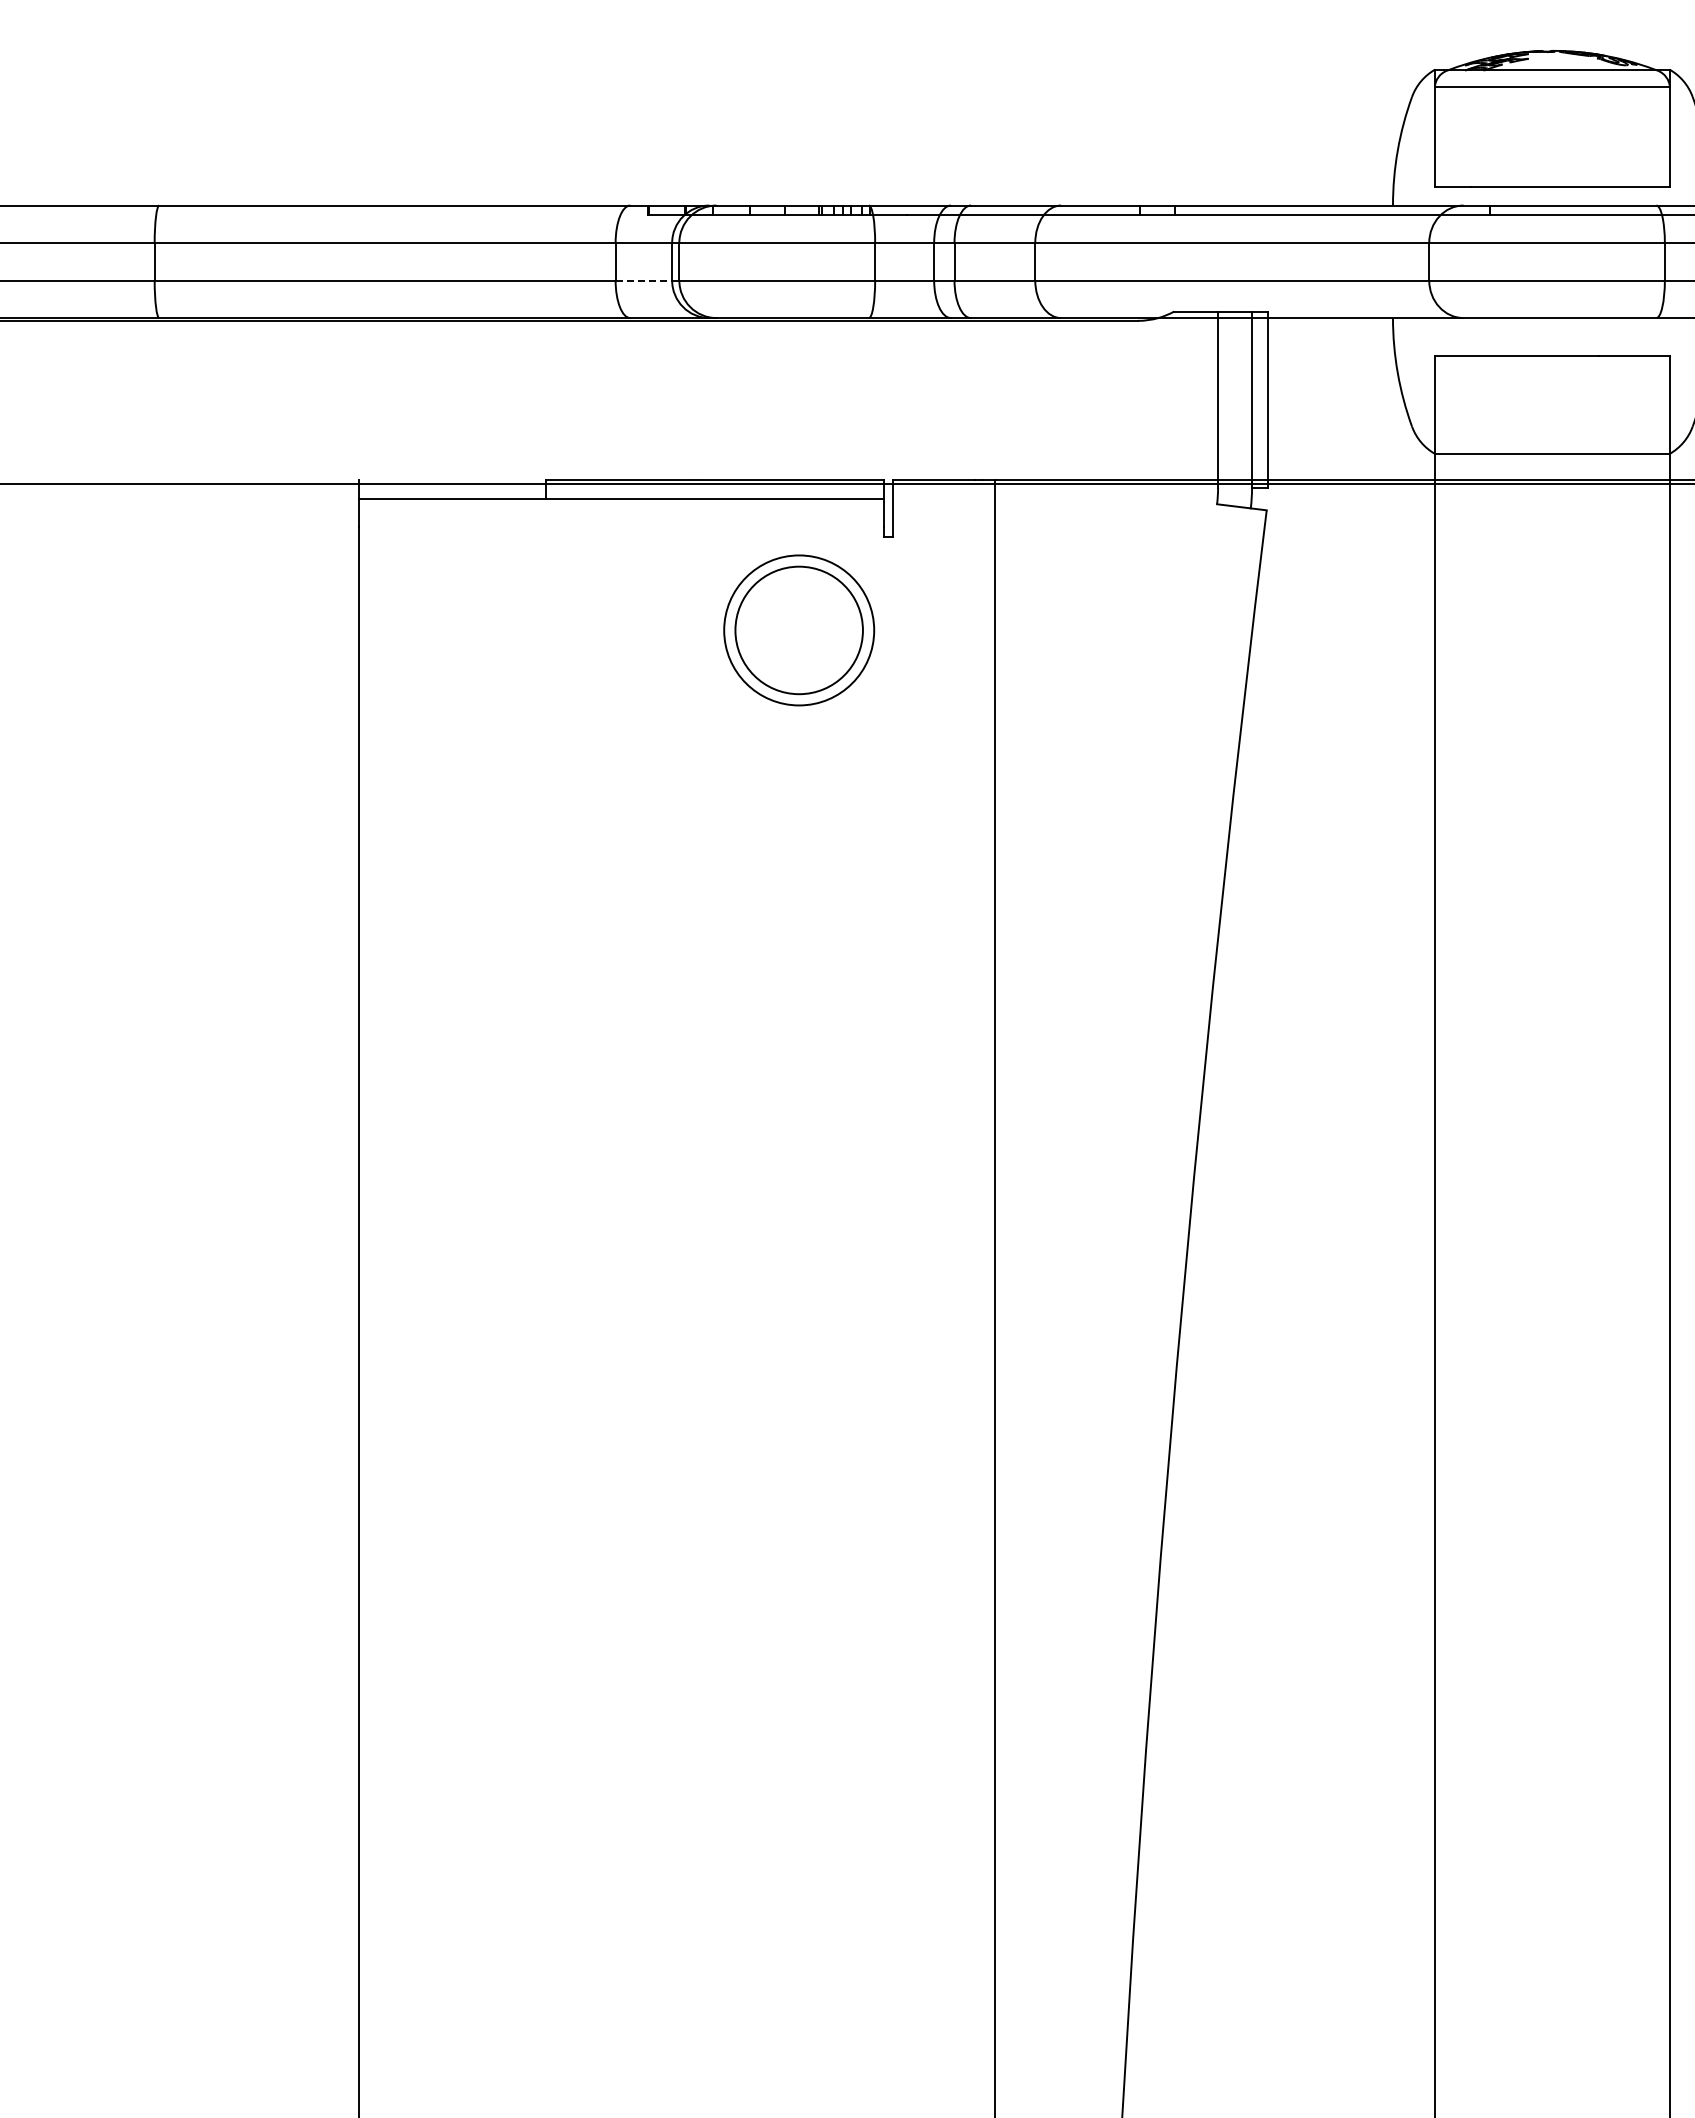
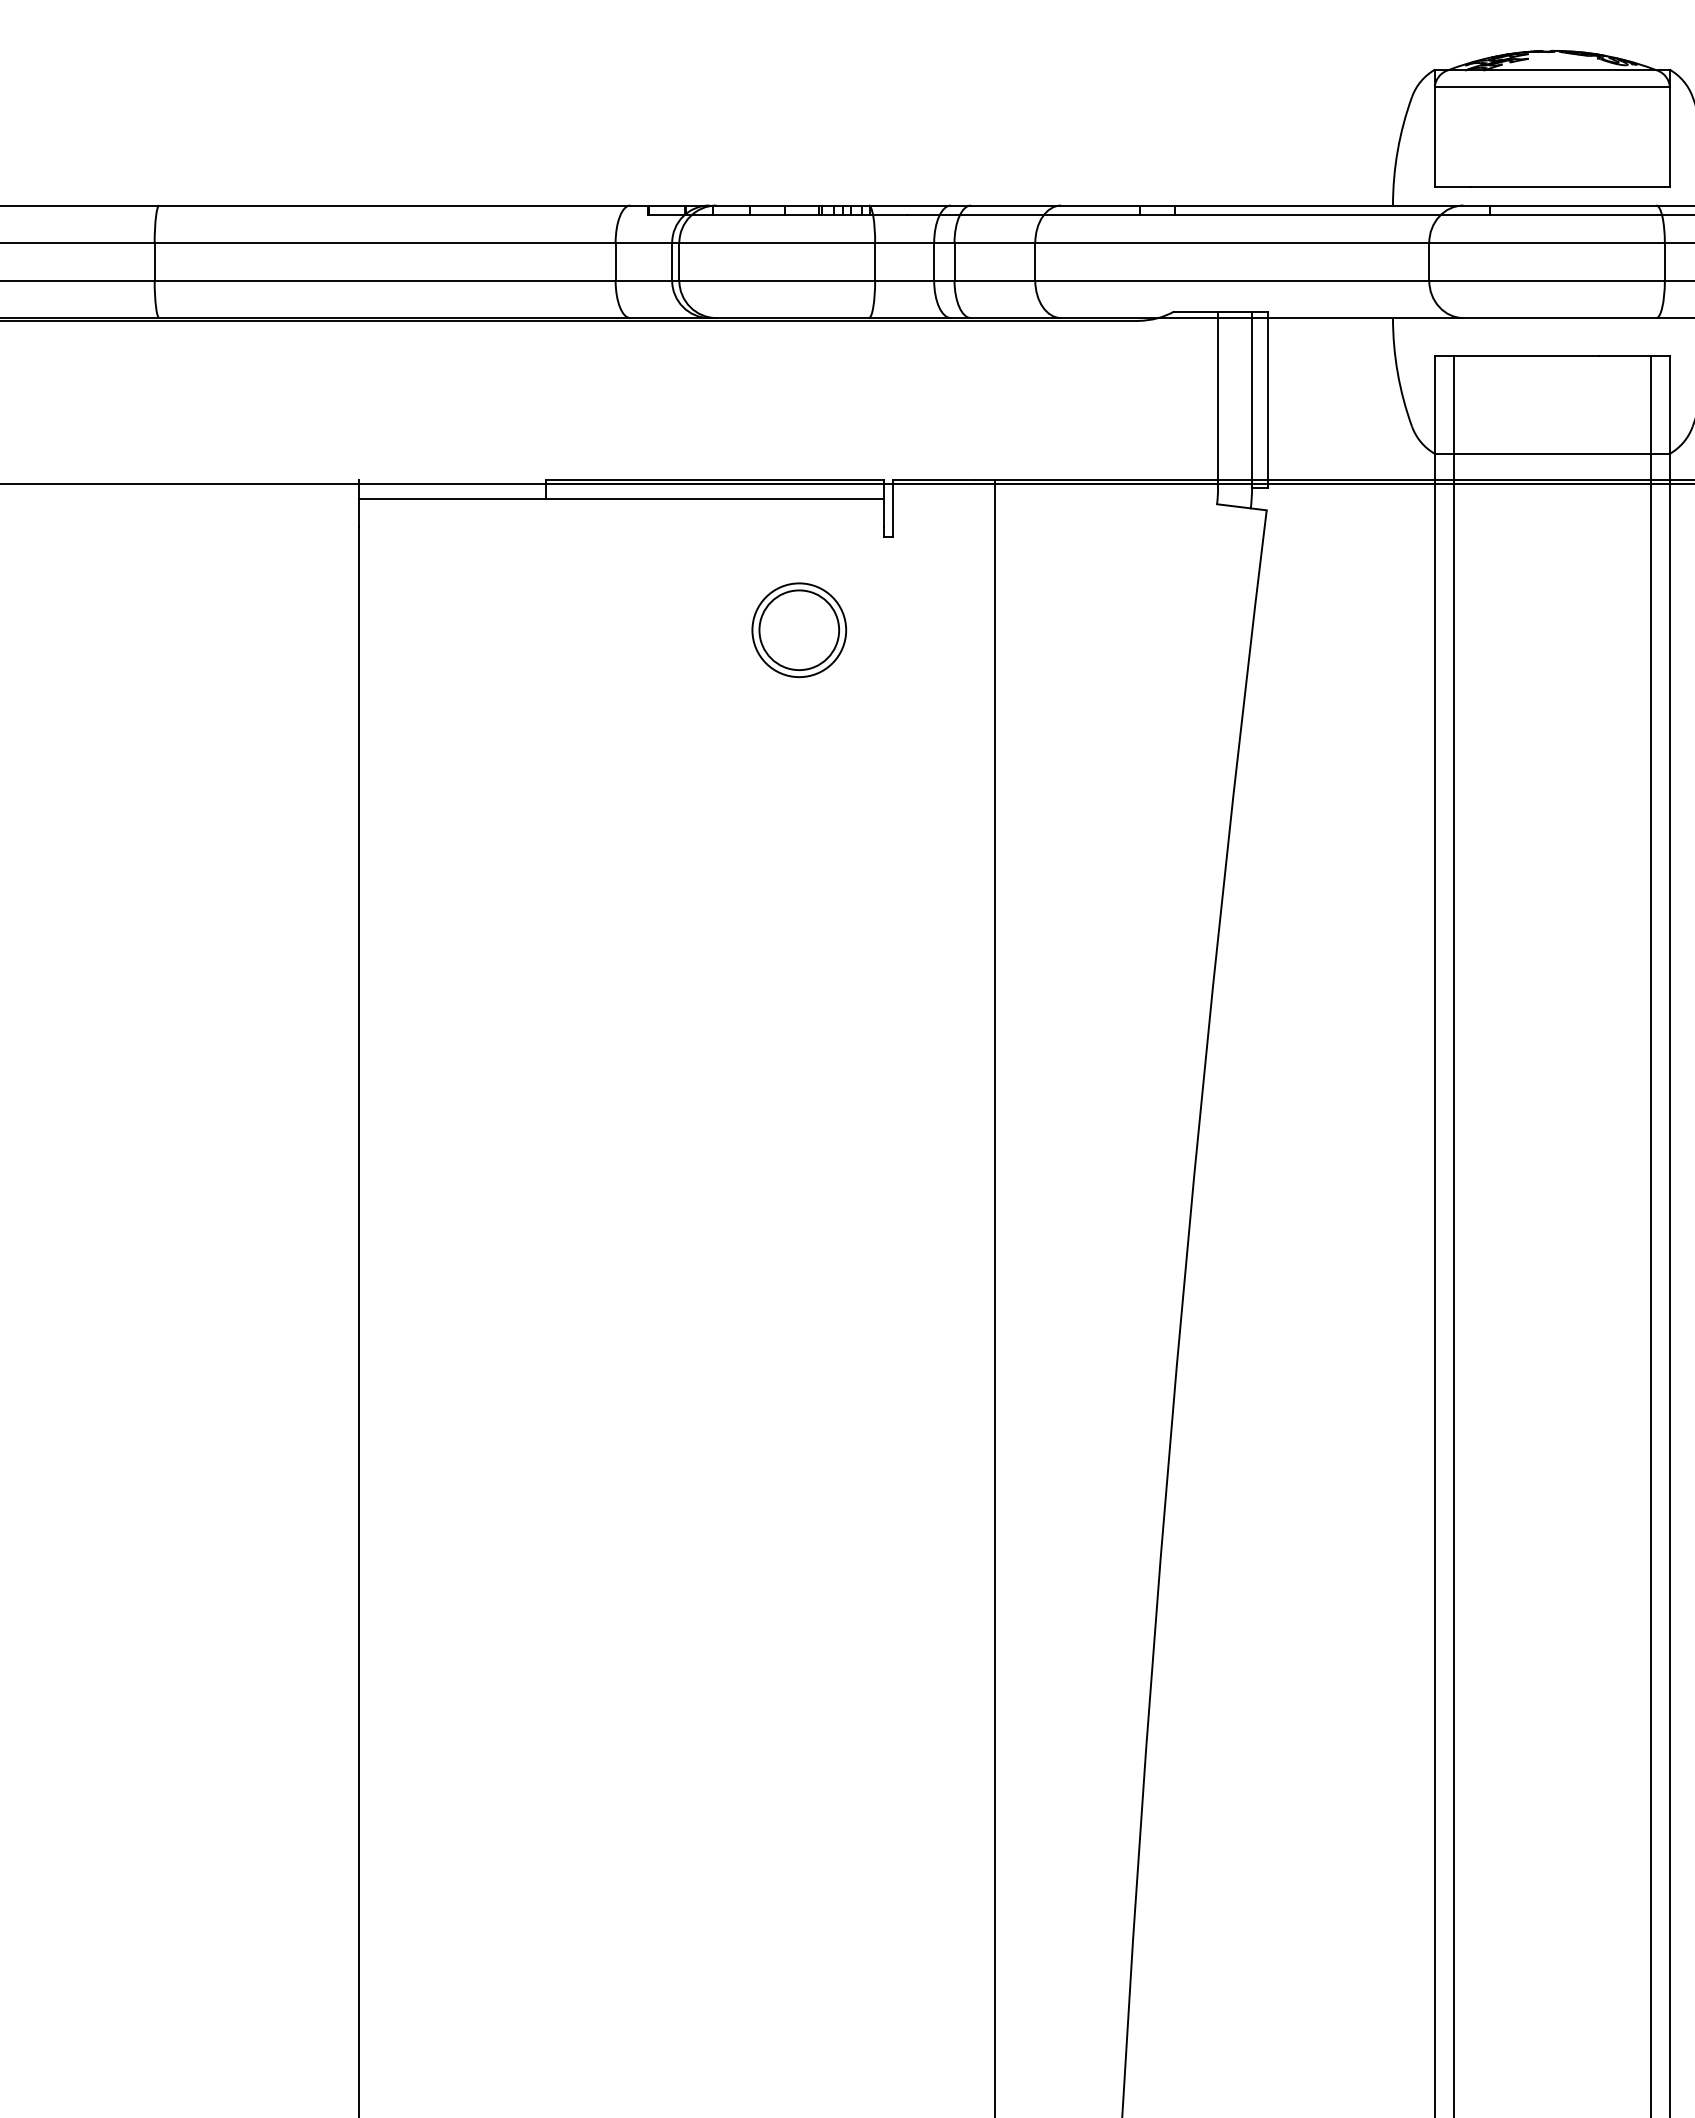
line at (644, 280): dashed -> solid
part at (799, 630) size: 153x153 px -> 97x96 px
line at (1453, 1234): none -> present
line at (1650, 1234): none -> present
